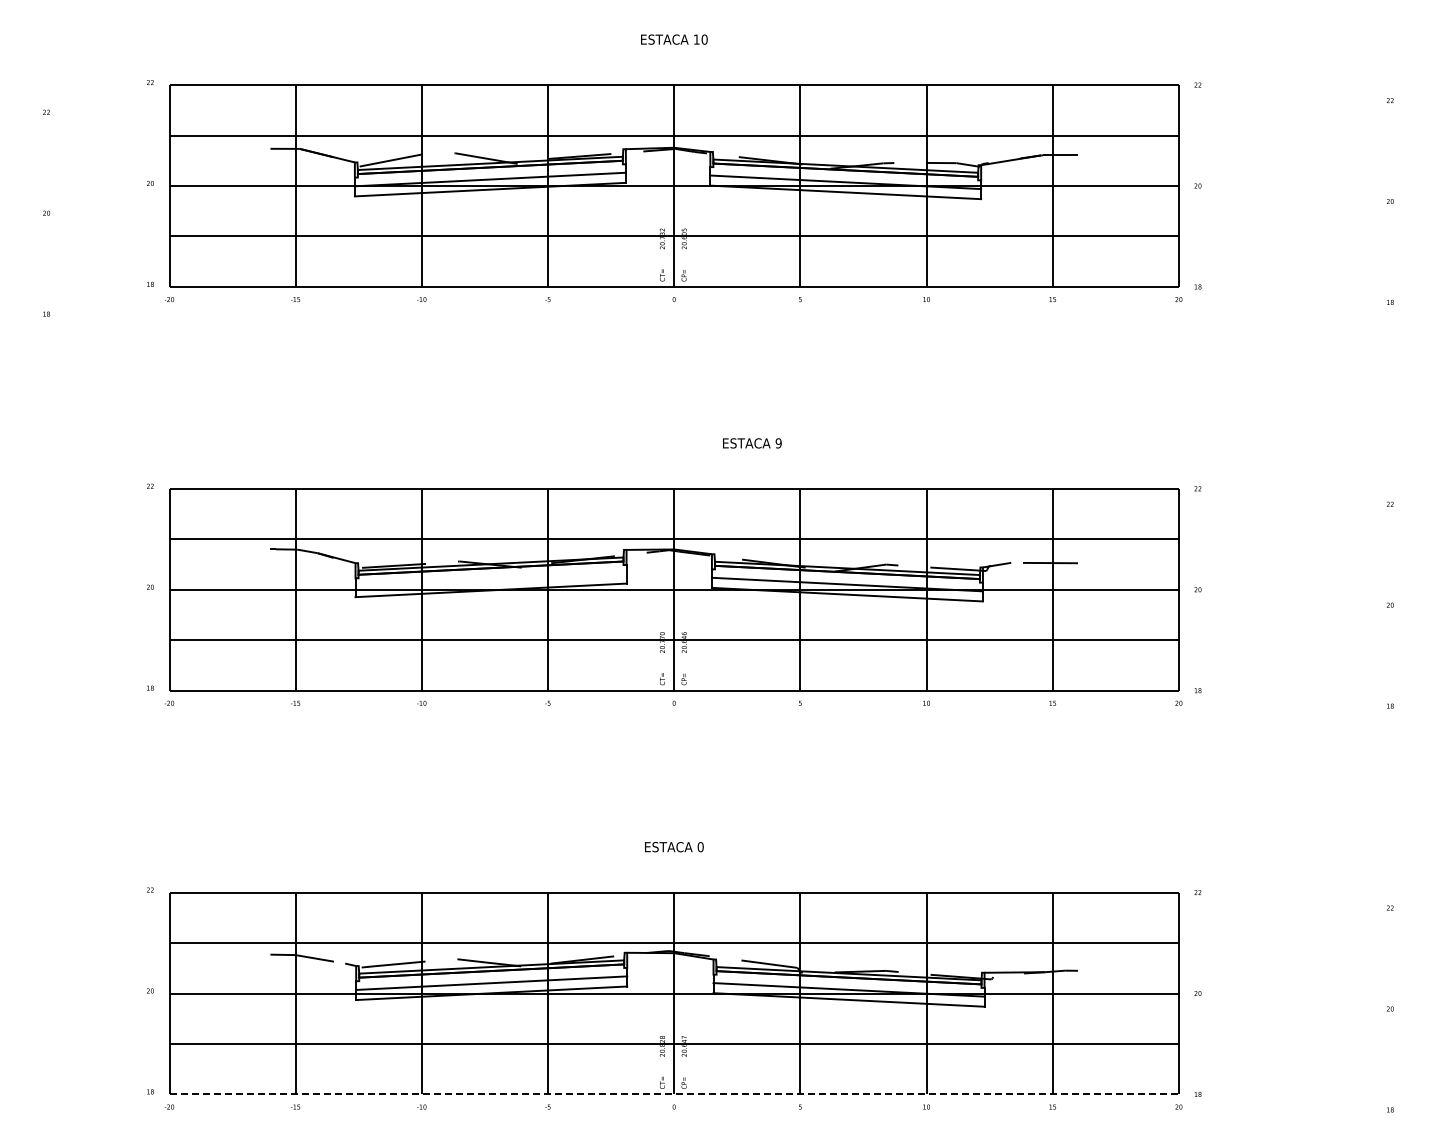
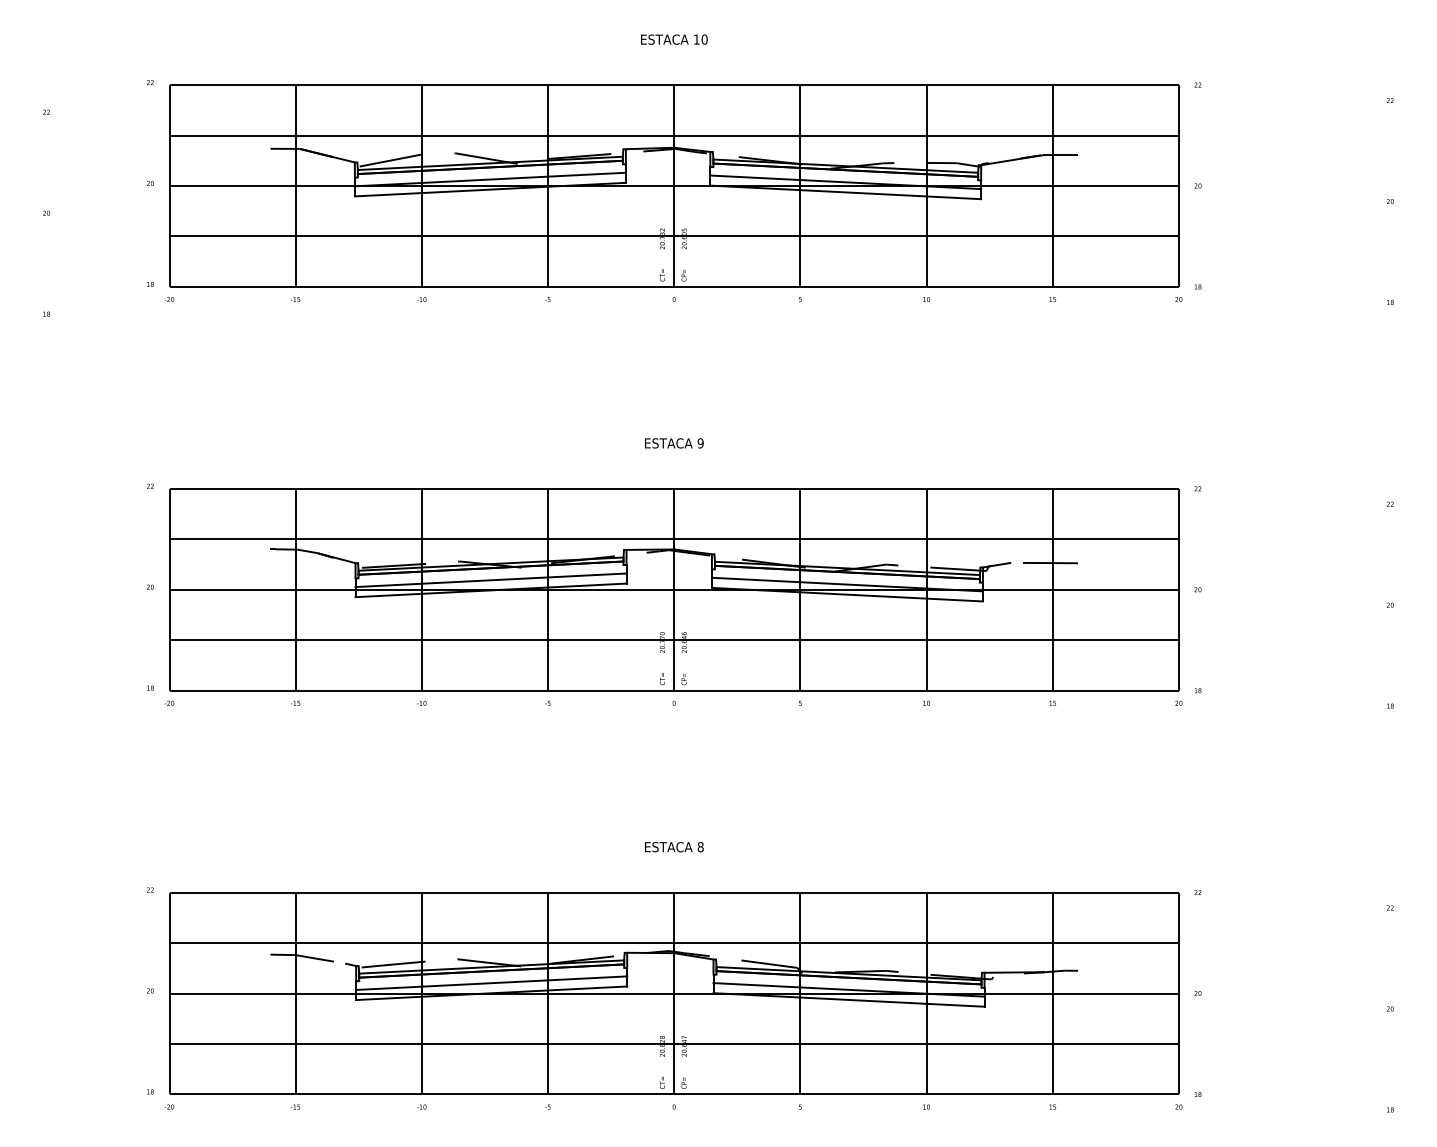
text at (752, 443) position: (752, 443) -> (674, 443)
line at (490, 580): none -> present
text at (700, 847): 0 -> 8
line at (674, 1094): dashed -> solid
